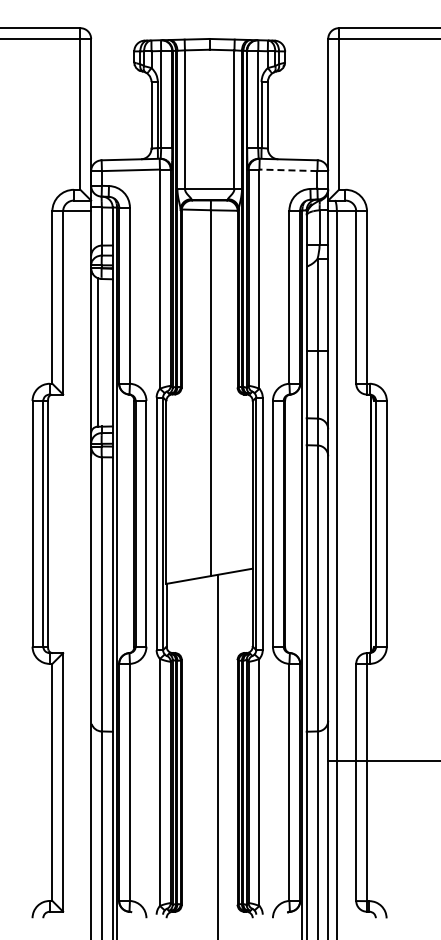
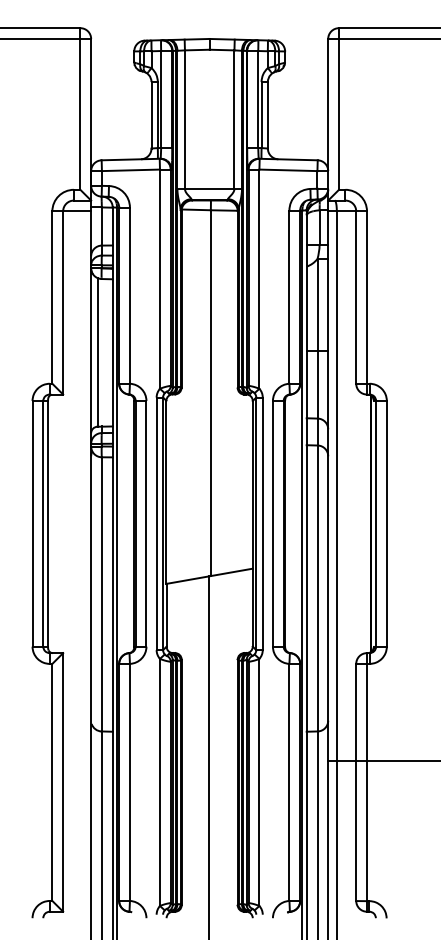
line at (287, 170): dashed -> solid
line at (217, 756) position: (217, 756) -> (208, 756)
